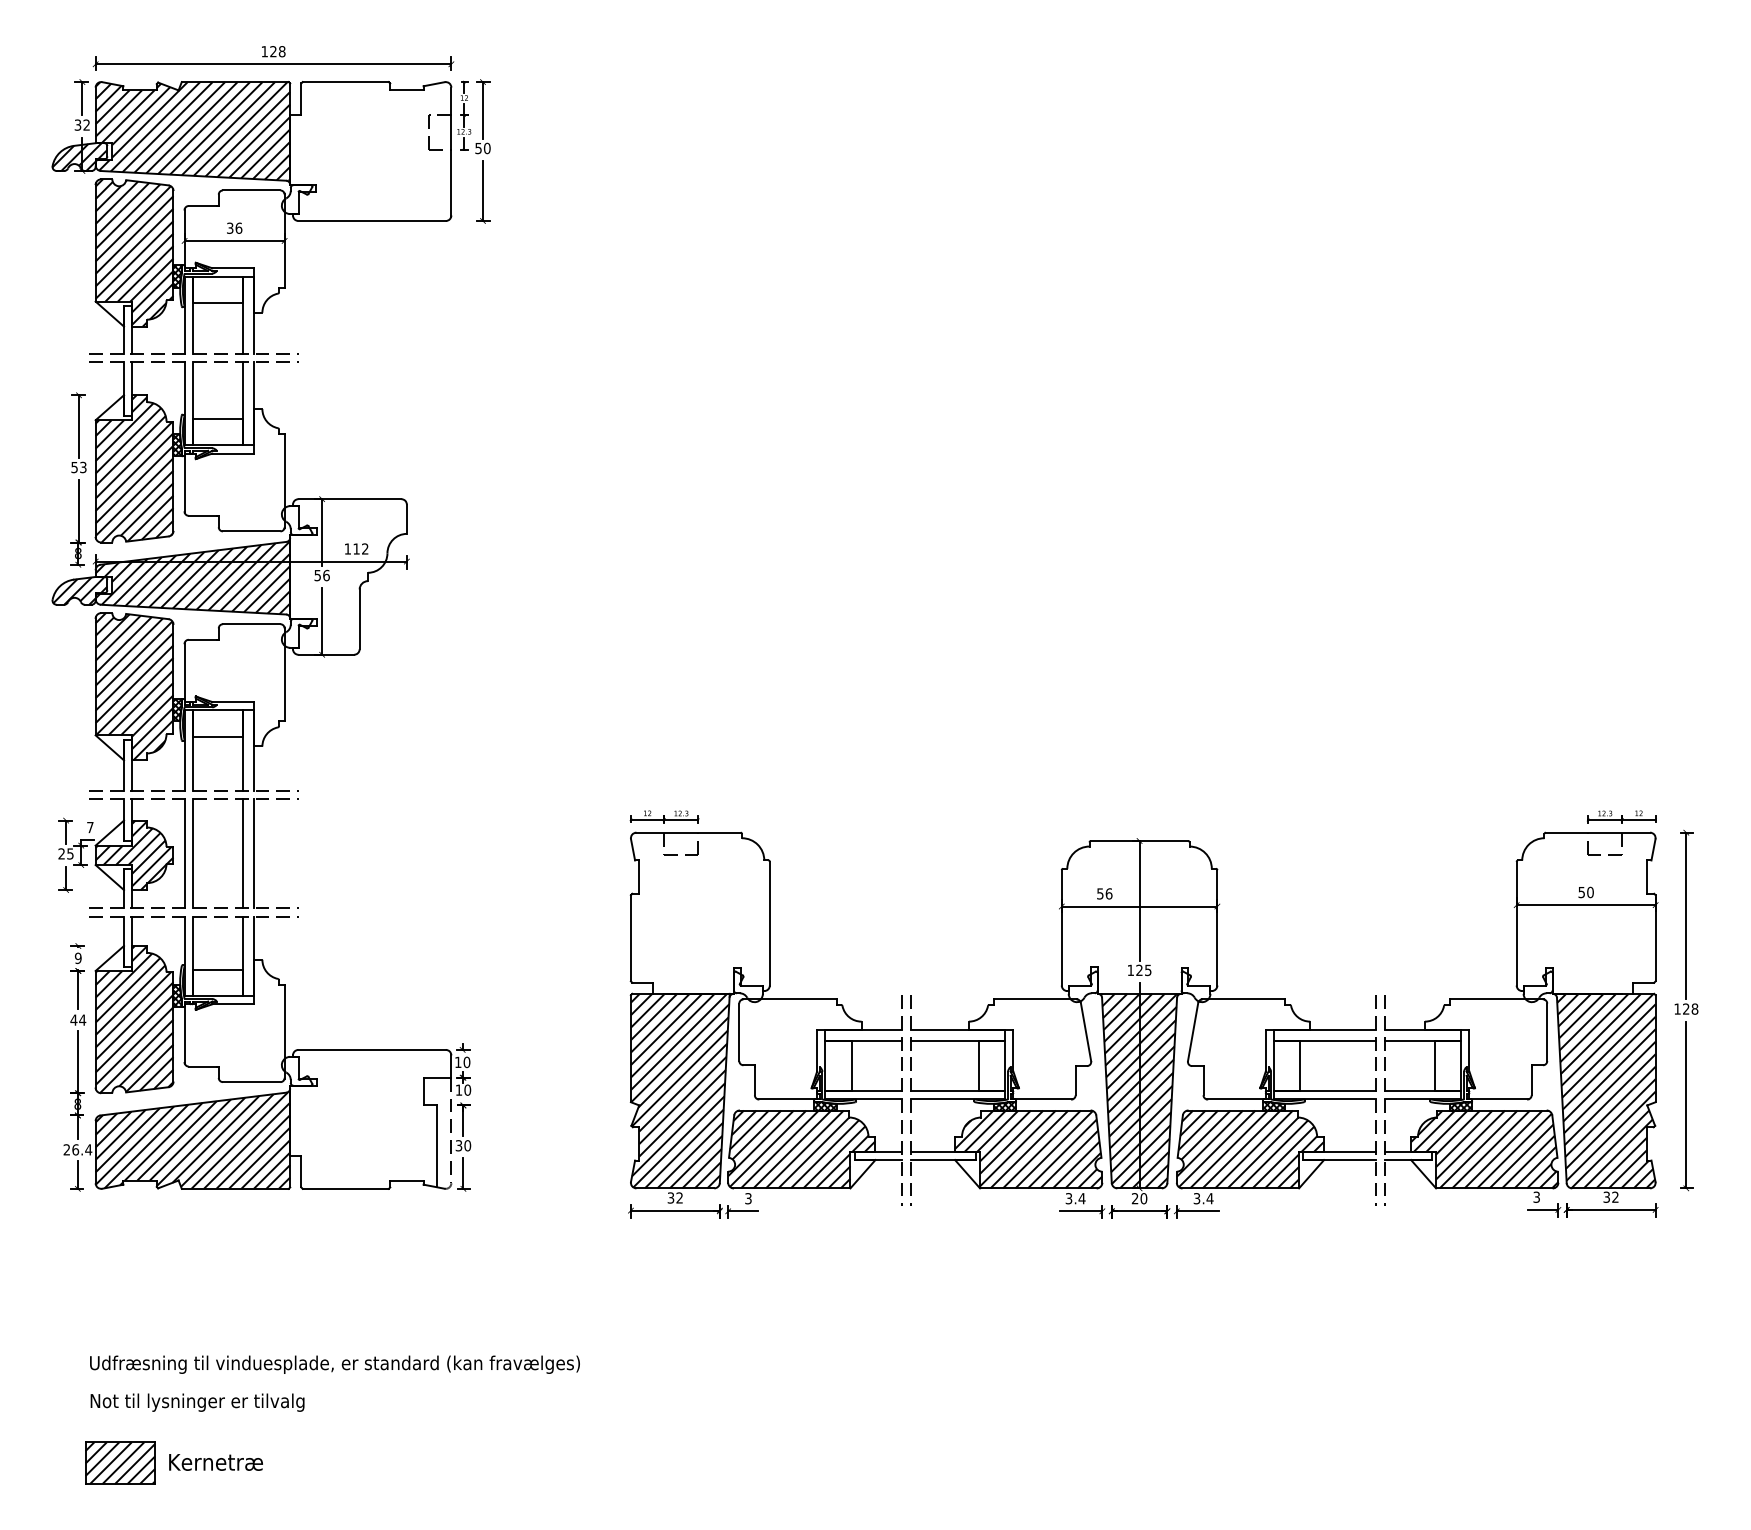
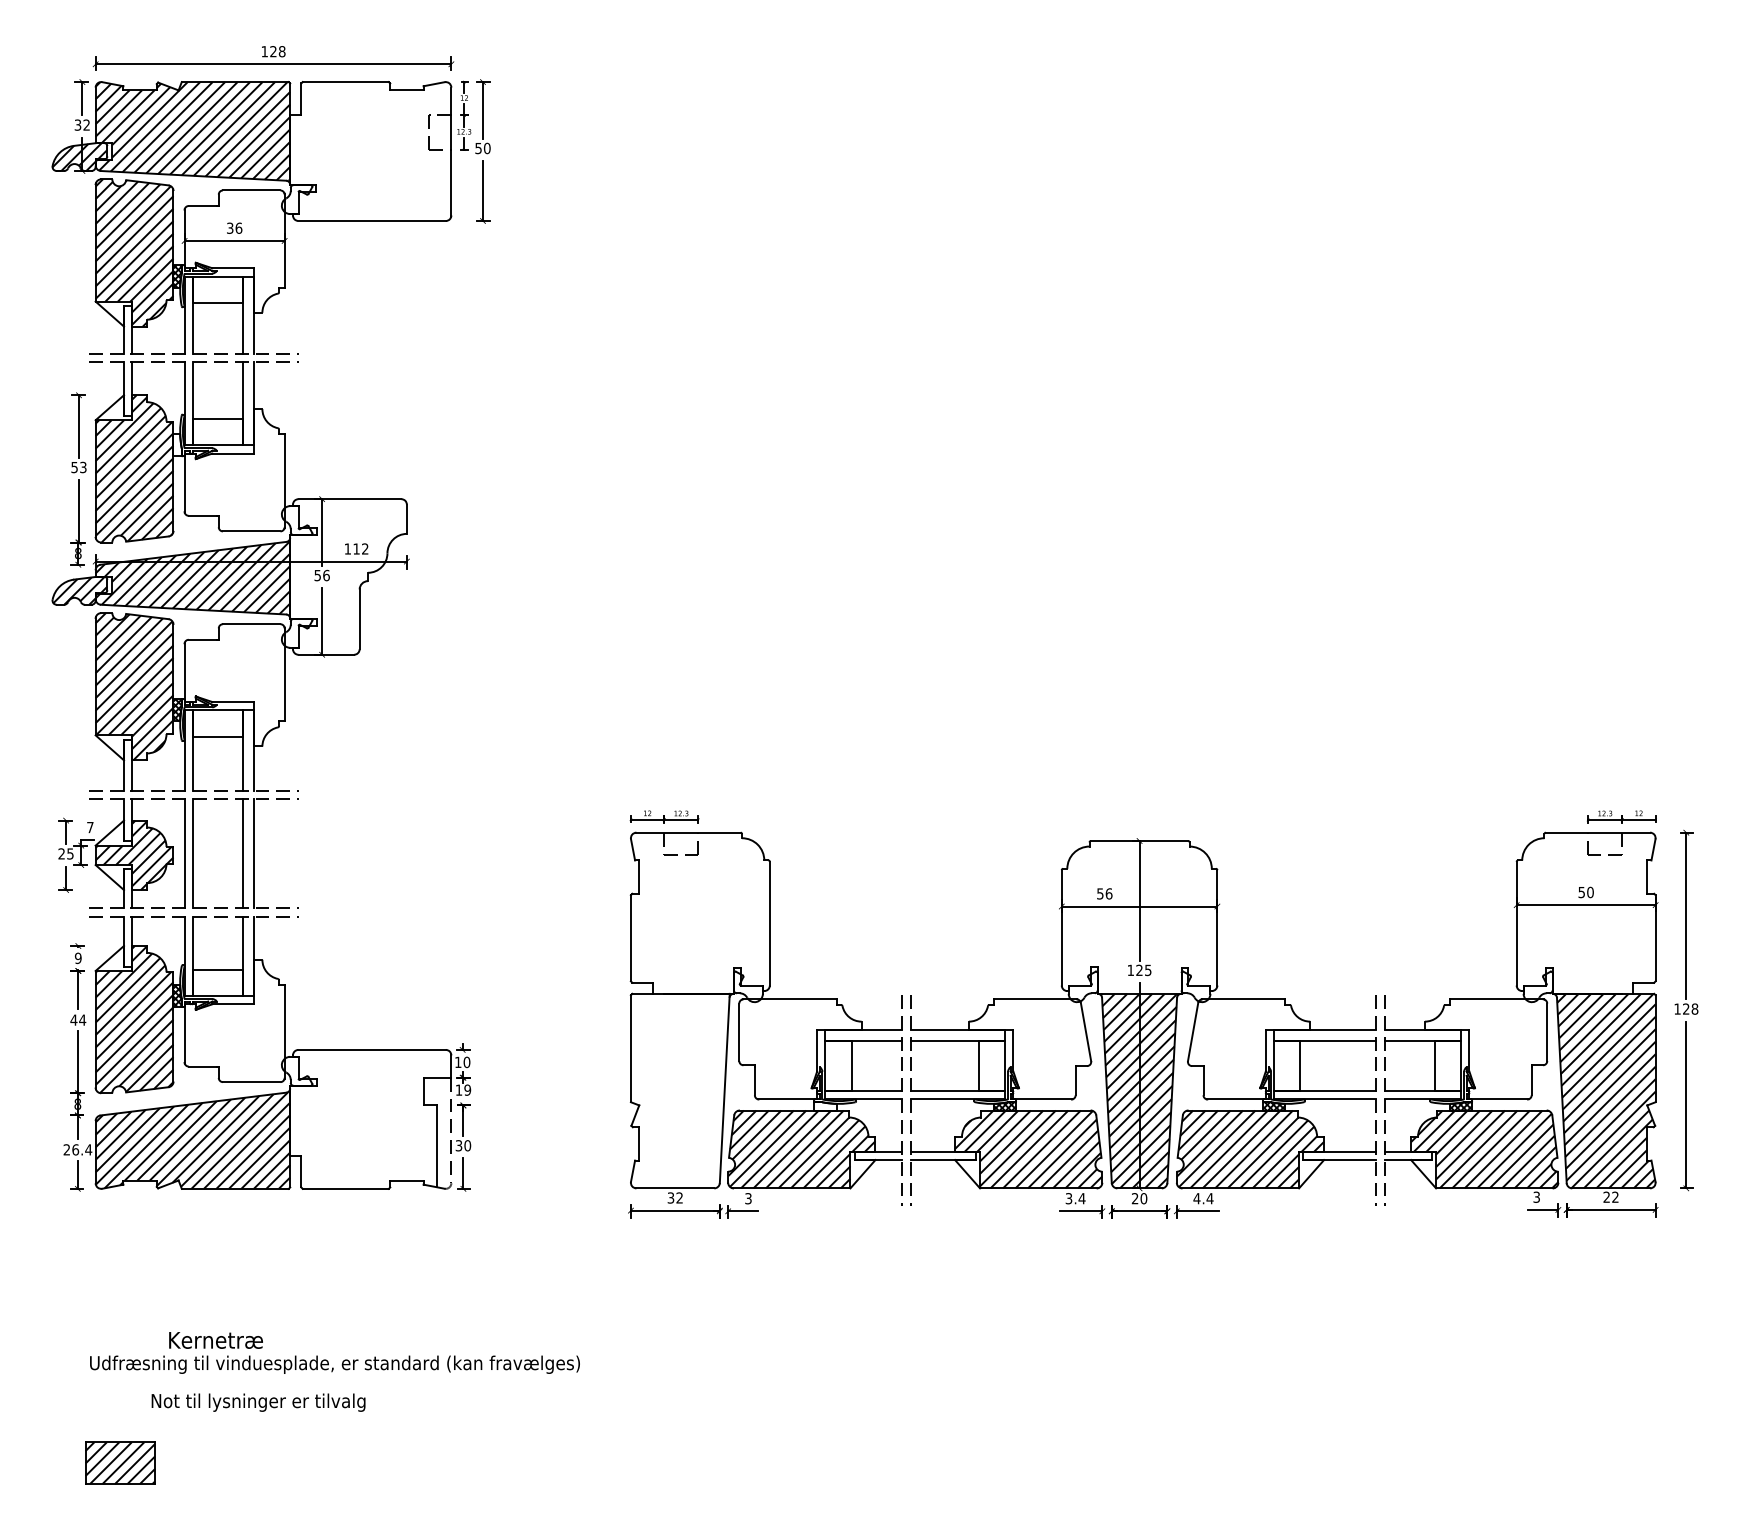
hatch at (177, 445): present -> none
text at (467, 1089): 10 -> 19
hatch at (679, 1090): present -> none
hatch at (825, 1106): present -> none
text at (1606, 1197): 32 -> 22
text at (1196, 1198): 3.4 -> 4.4
text at (197, 1402) position: (197, 1402) -> (258, 1402)
text at (215, 1462) position: (215, 1462) -> (215, 1340)
